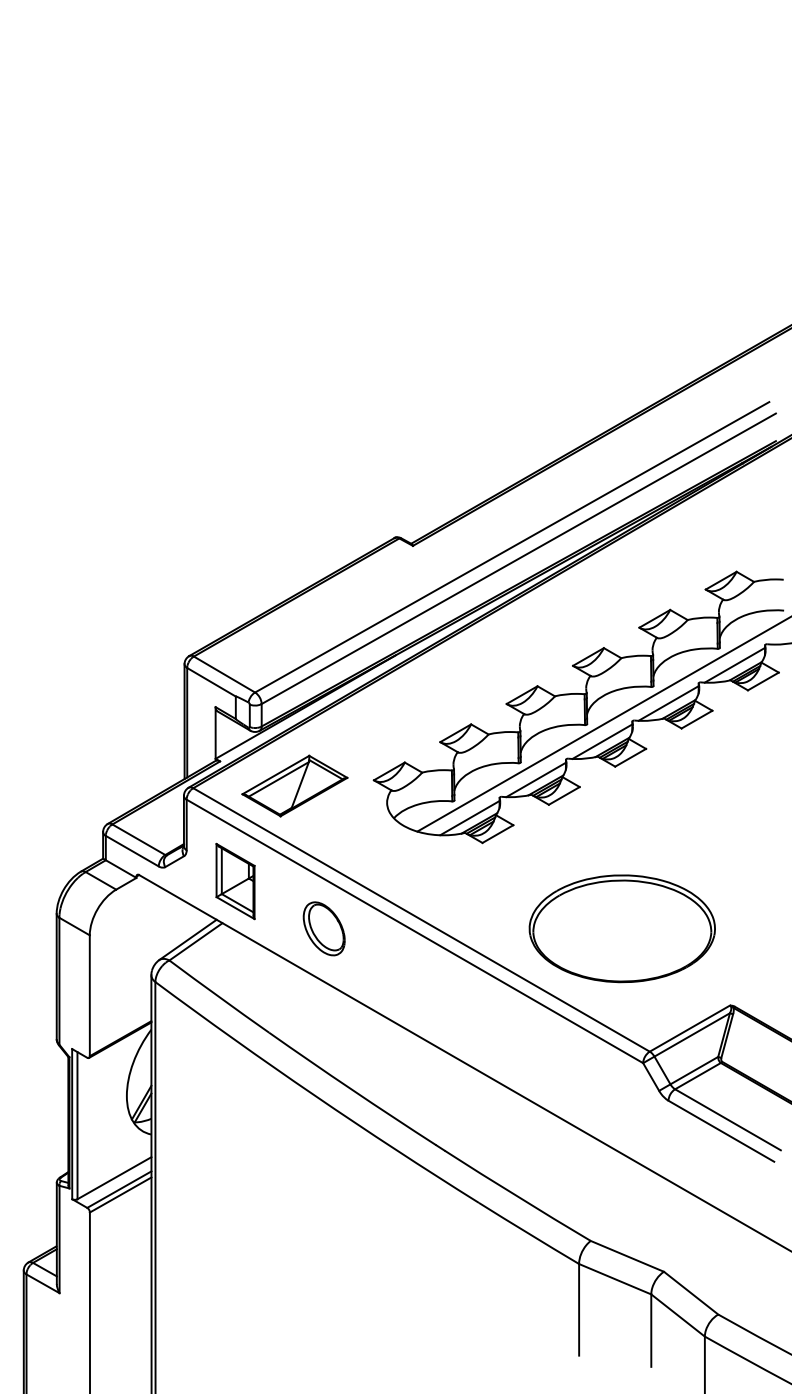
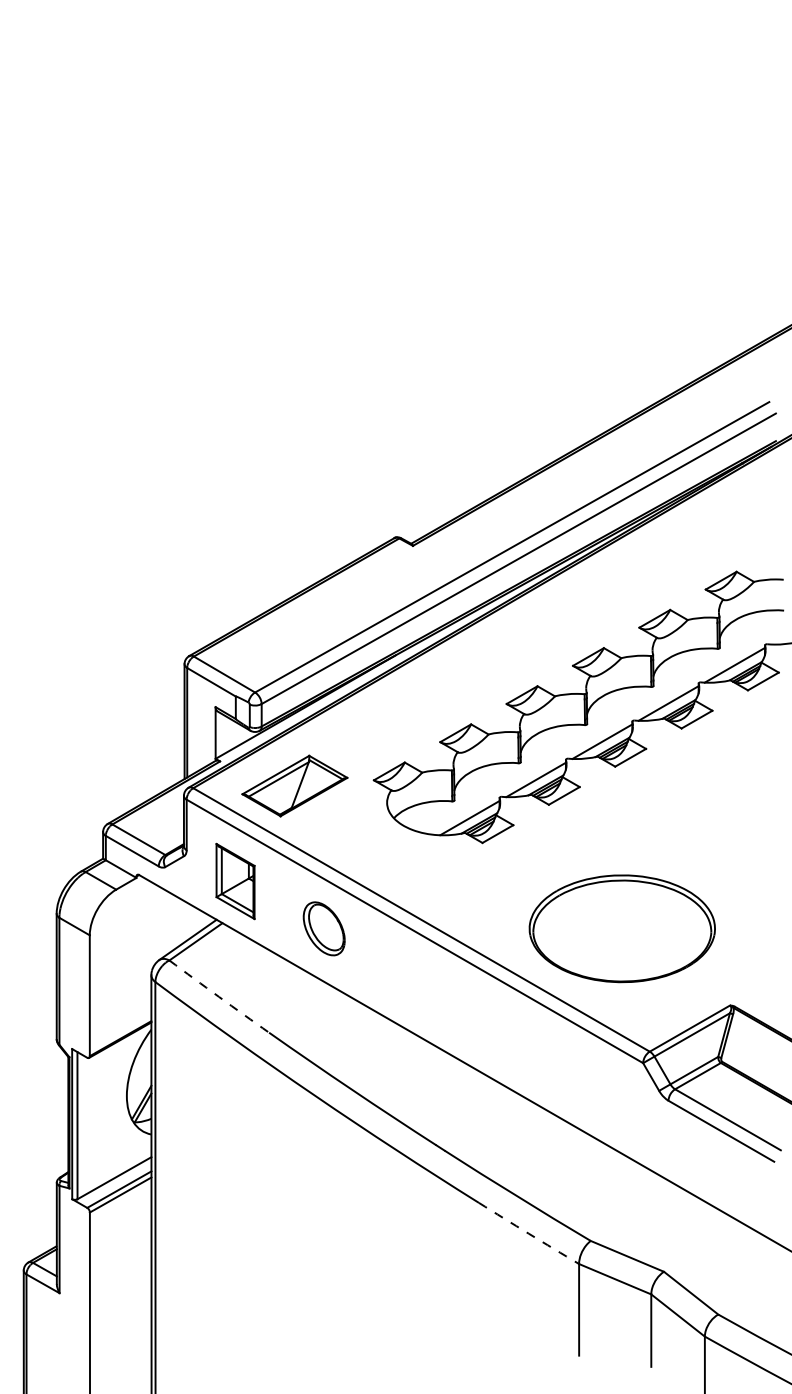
line at (602, 724): present -> none
arc at (219, 996): solid -> dashed
arc at (528, 1233): solid -> dashed
